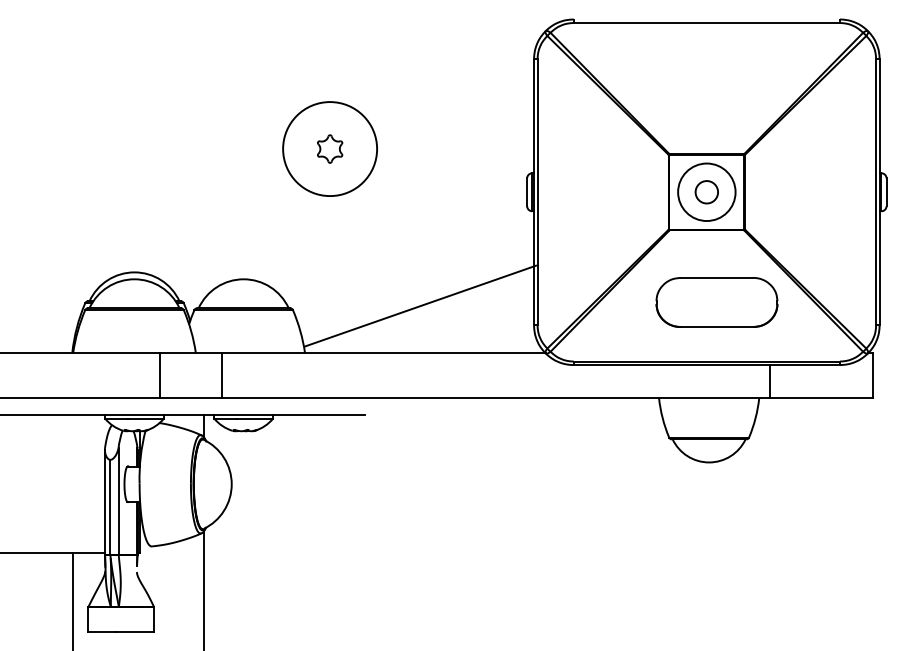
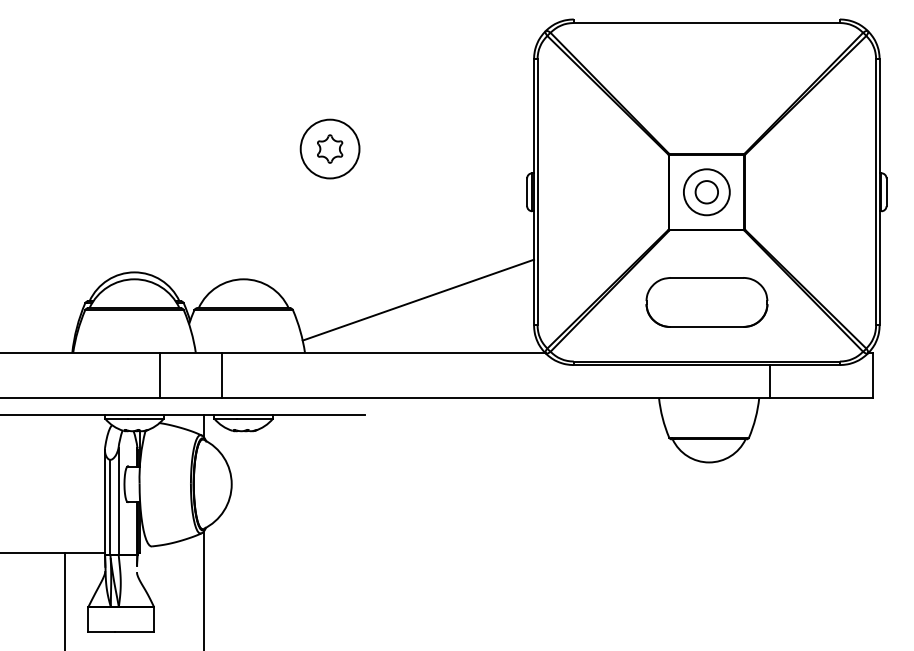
circle at (330, 149) diameter: 94 px -> 59 px
circle at (706, 192) diameter: 57 px -> 46 px
part at (716, 302) position: (716, 302) -> (706, 302)
line at (420, 305) position: (420, 305) -> (418, 299)
line at (73, 600) position: (73, 600) -> (65, 600)
